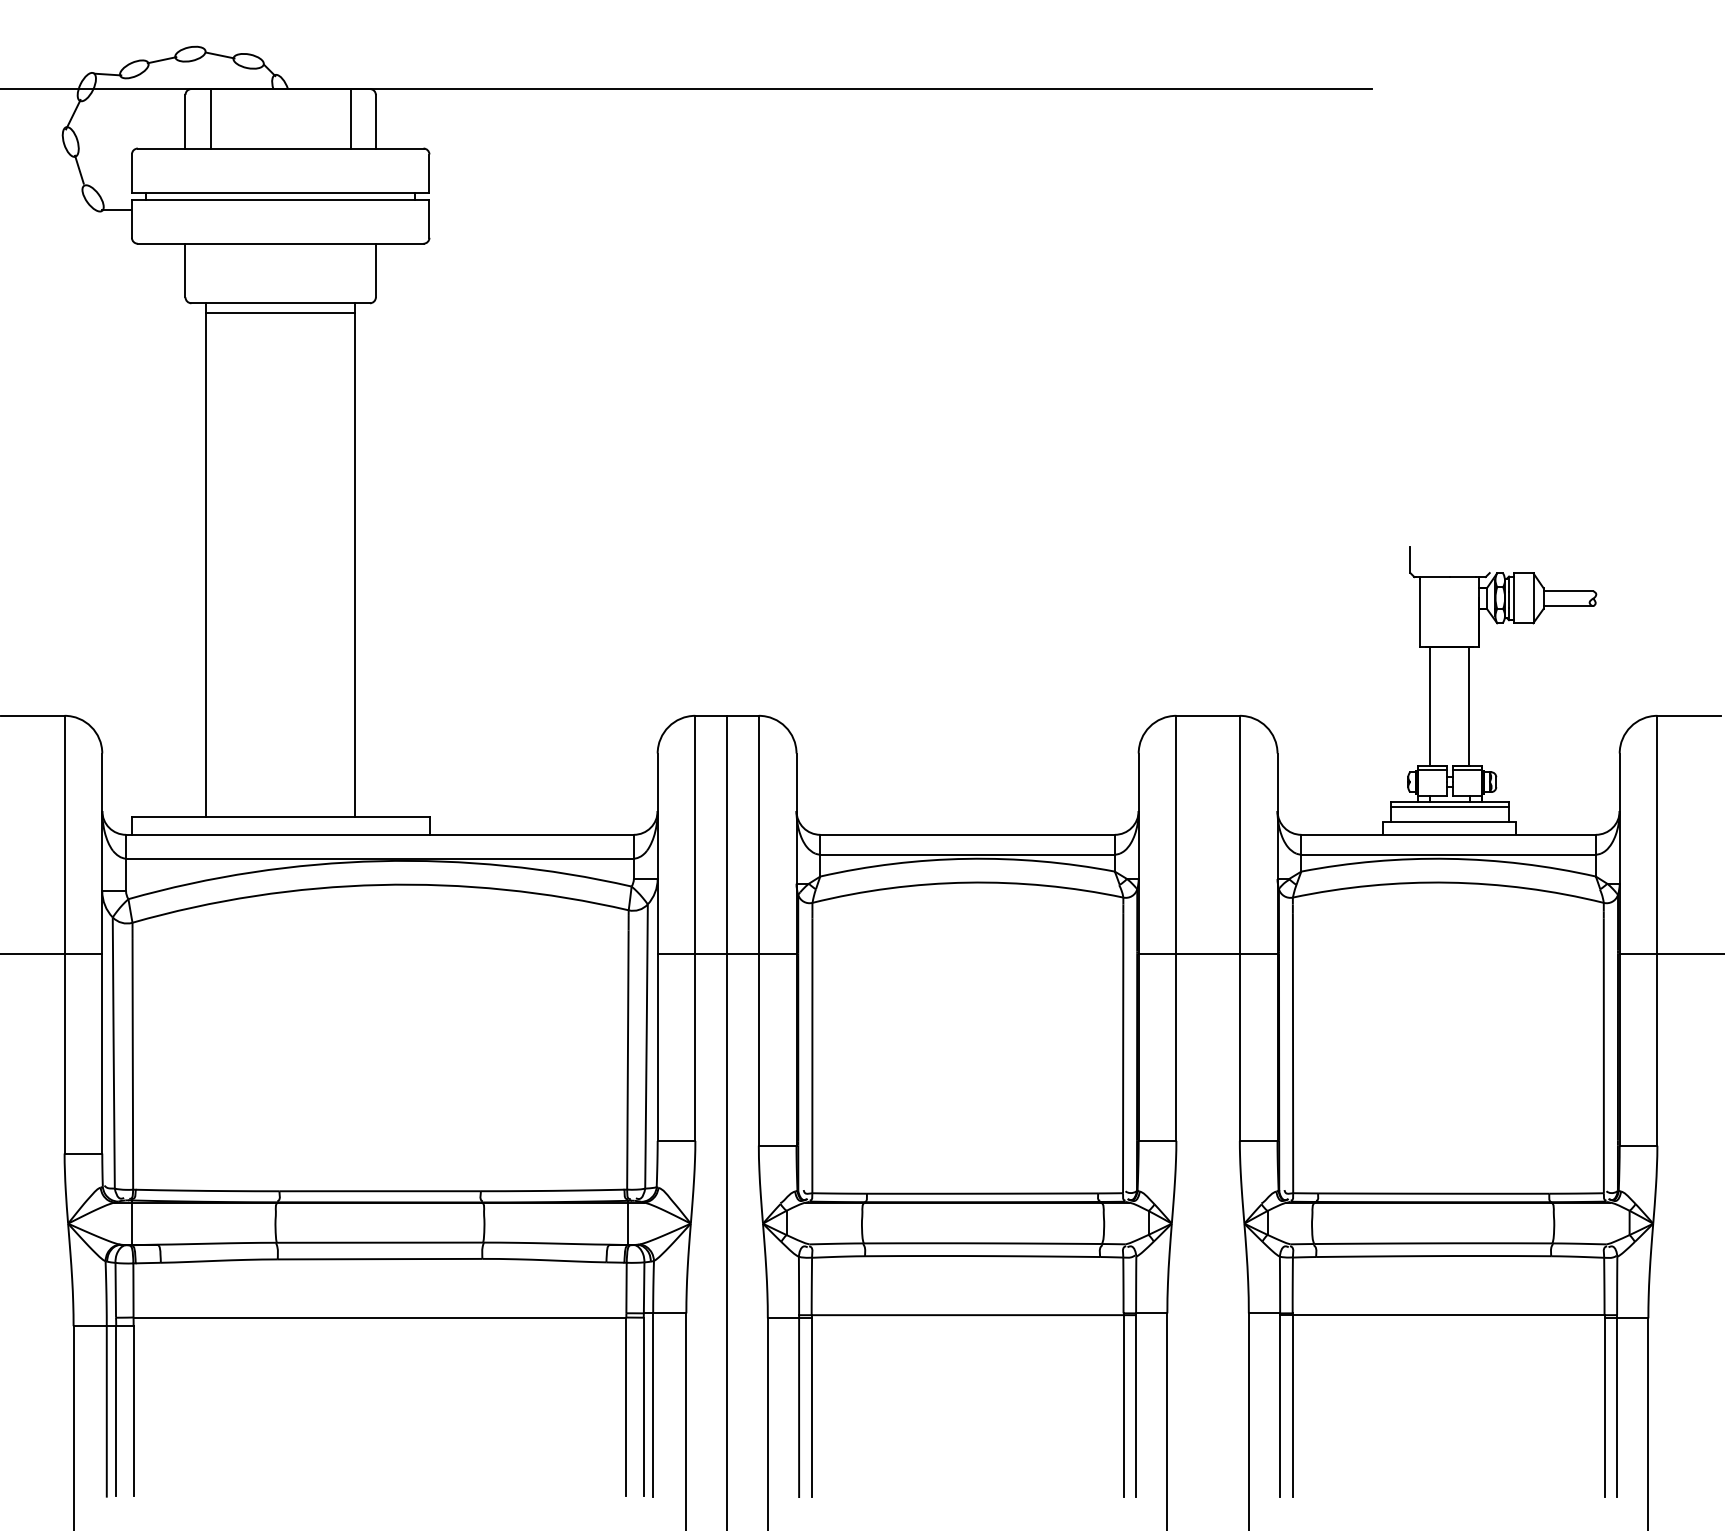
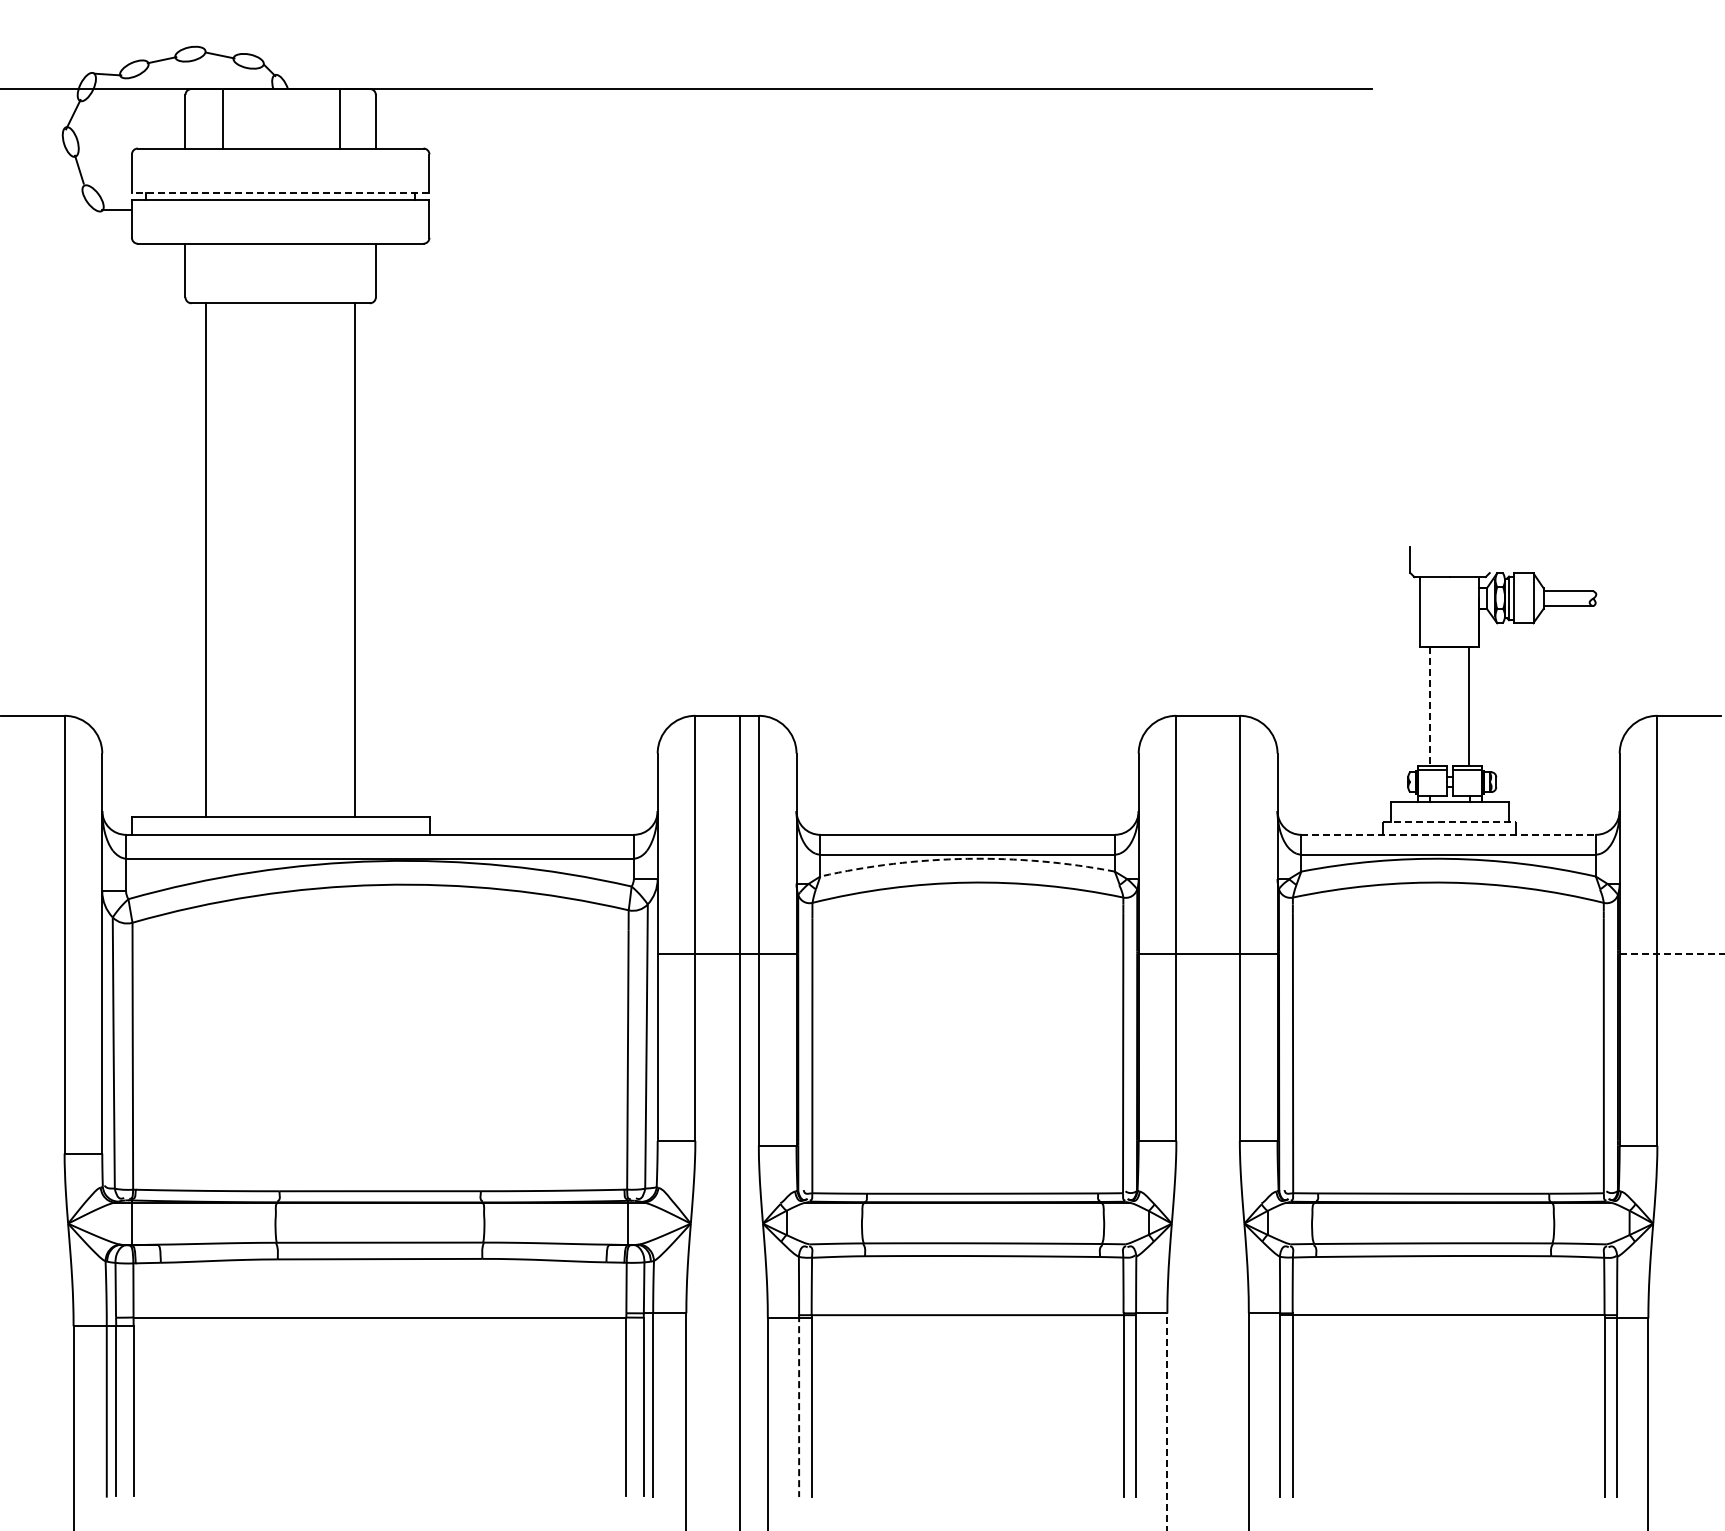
line at (210, 118) position: (210, 118) -> (222, 118)
line at (350, 118) position: (350, 118) -> (339, 118)
line at (280, 192): solid -> dashed
line at (280, 313): present -> none
line at (1429, 706): solid -> dashed
line at (1449, 806): present -> none
line at (1449, 821): solid -> dashed
line at (1449, 834): solid -> dashed
arc at (967, 858): solid -> dashed
line at (52, 953): present -> none
line at (1672, 953): solid -> dashed
line at (727, 1121) position: (727, 1121) -> (740, 1121)
line at (799, 1406): solid -> dashed
line at (1167, 1421): solid -> dashed
